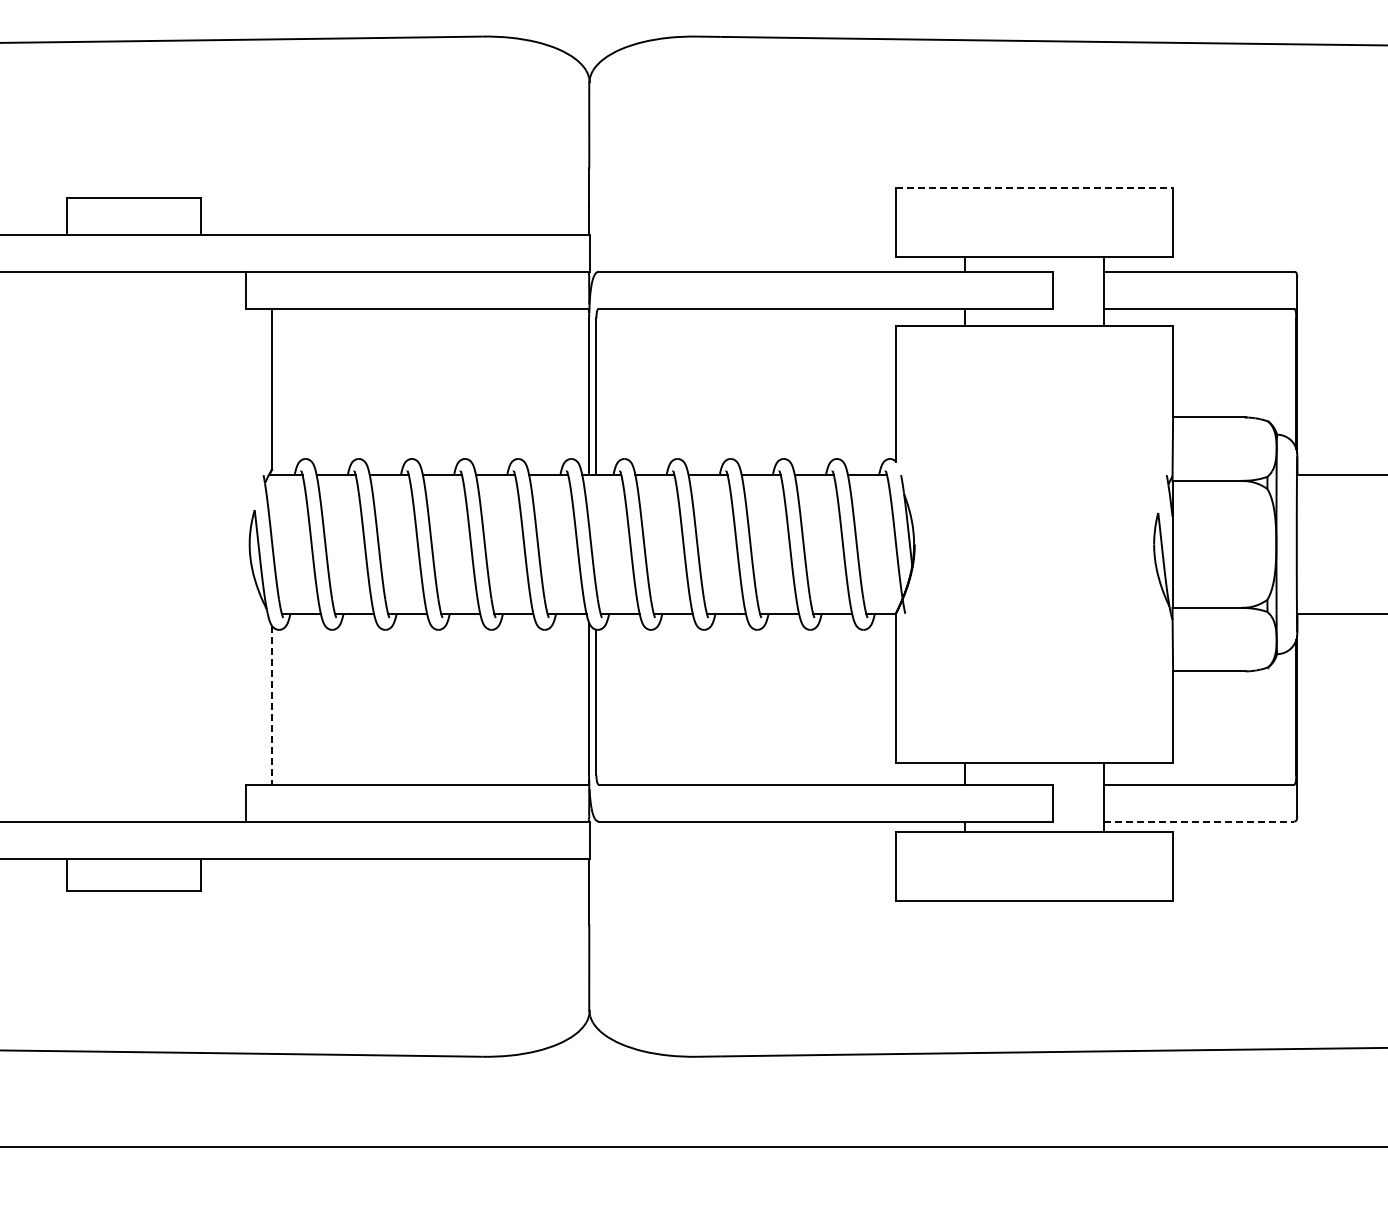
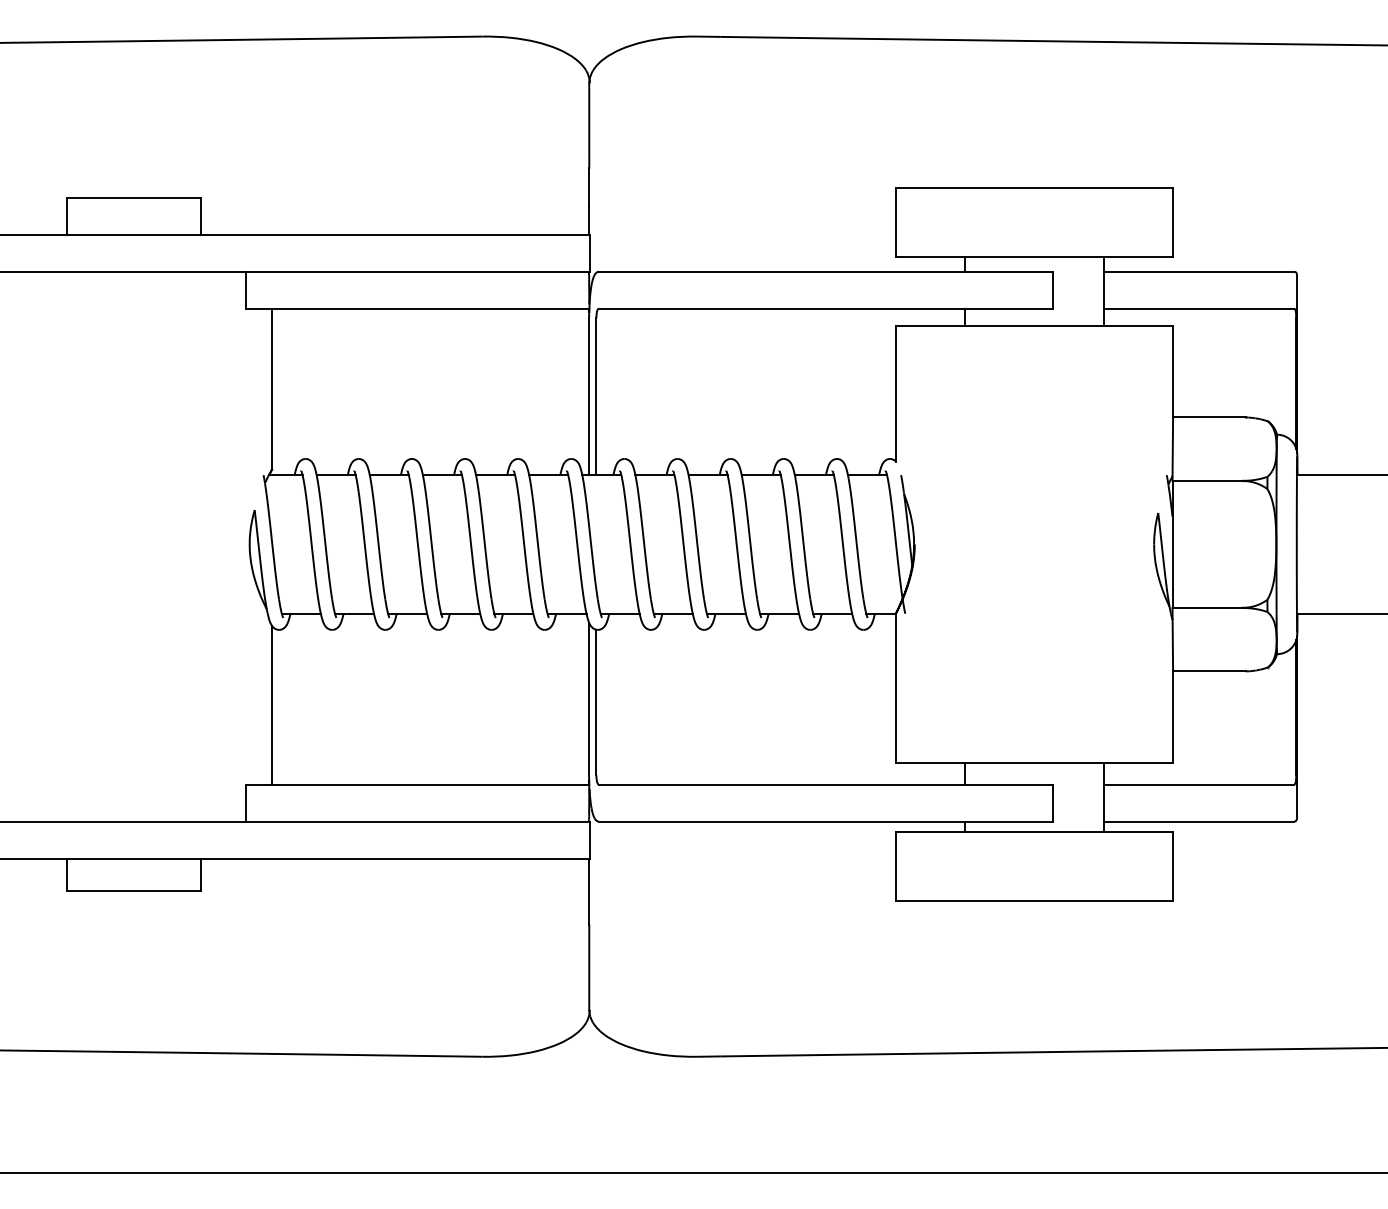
line at (1034, 187): dashed -> solid
line at (272, 705): dashed -> solid
line at (1199, 821): dashed -> solid
line at (693, 1146) position: (693, 1146) -> (693, 1172)
